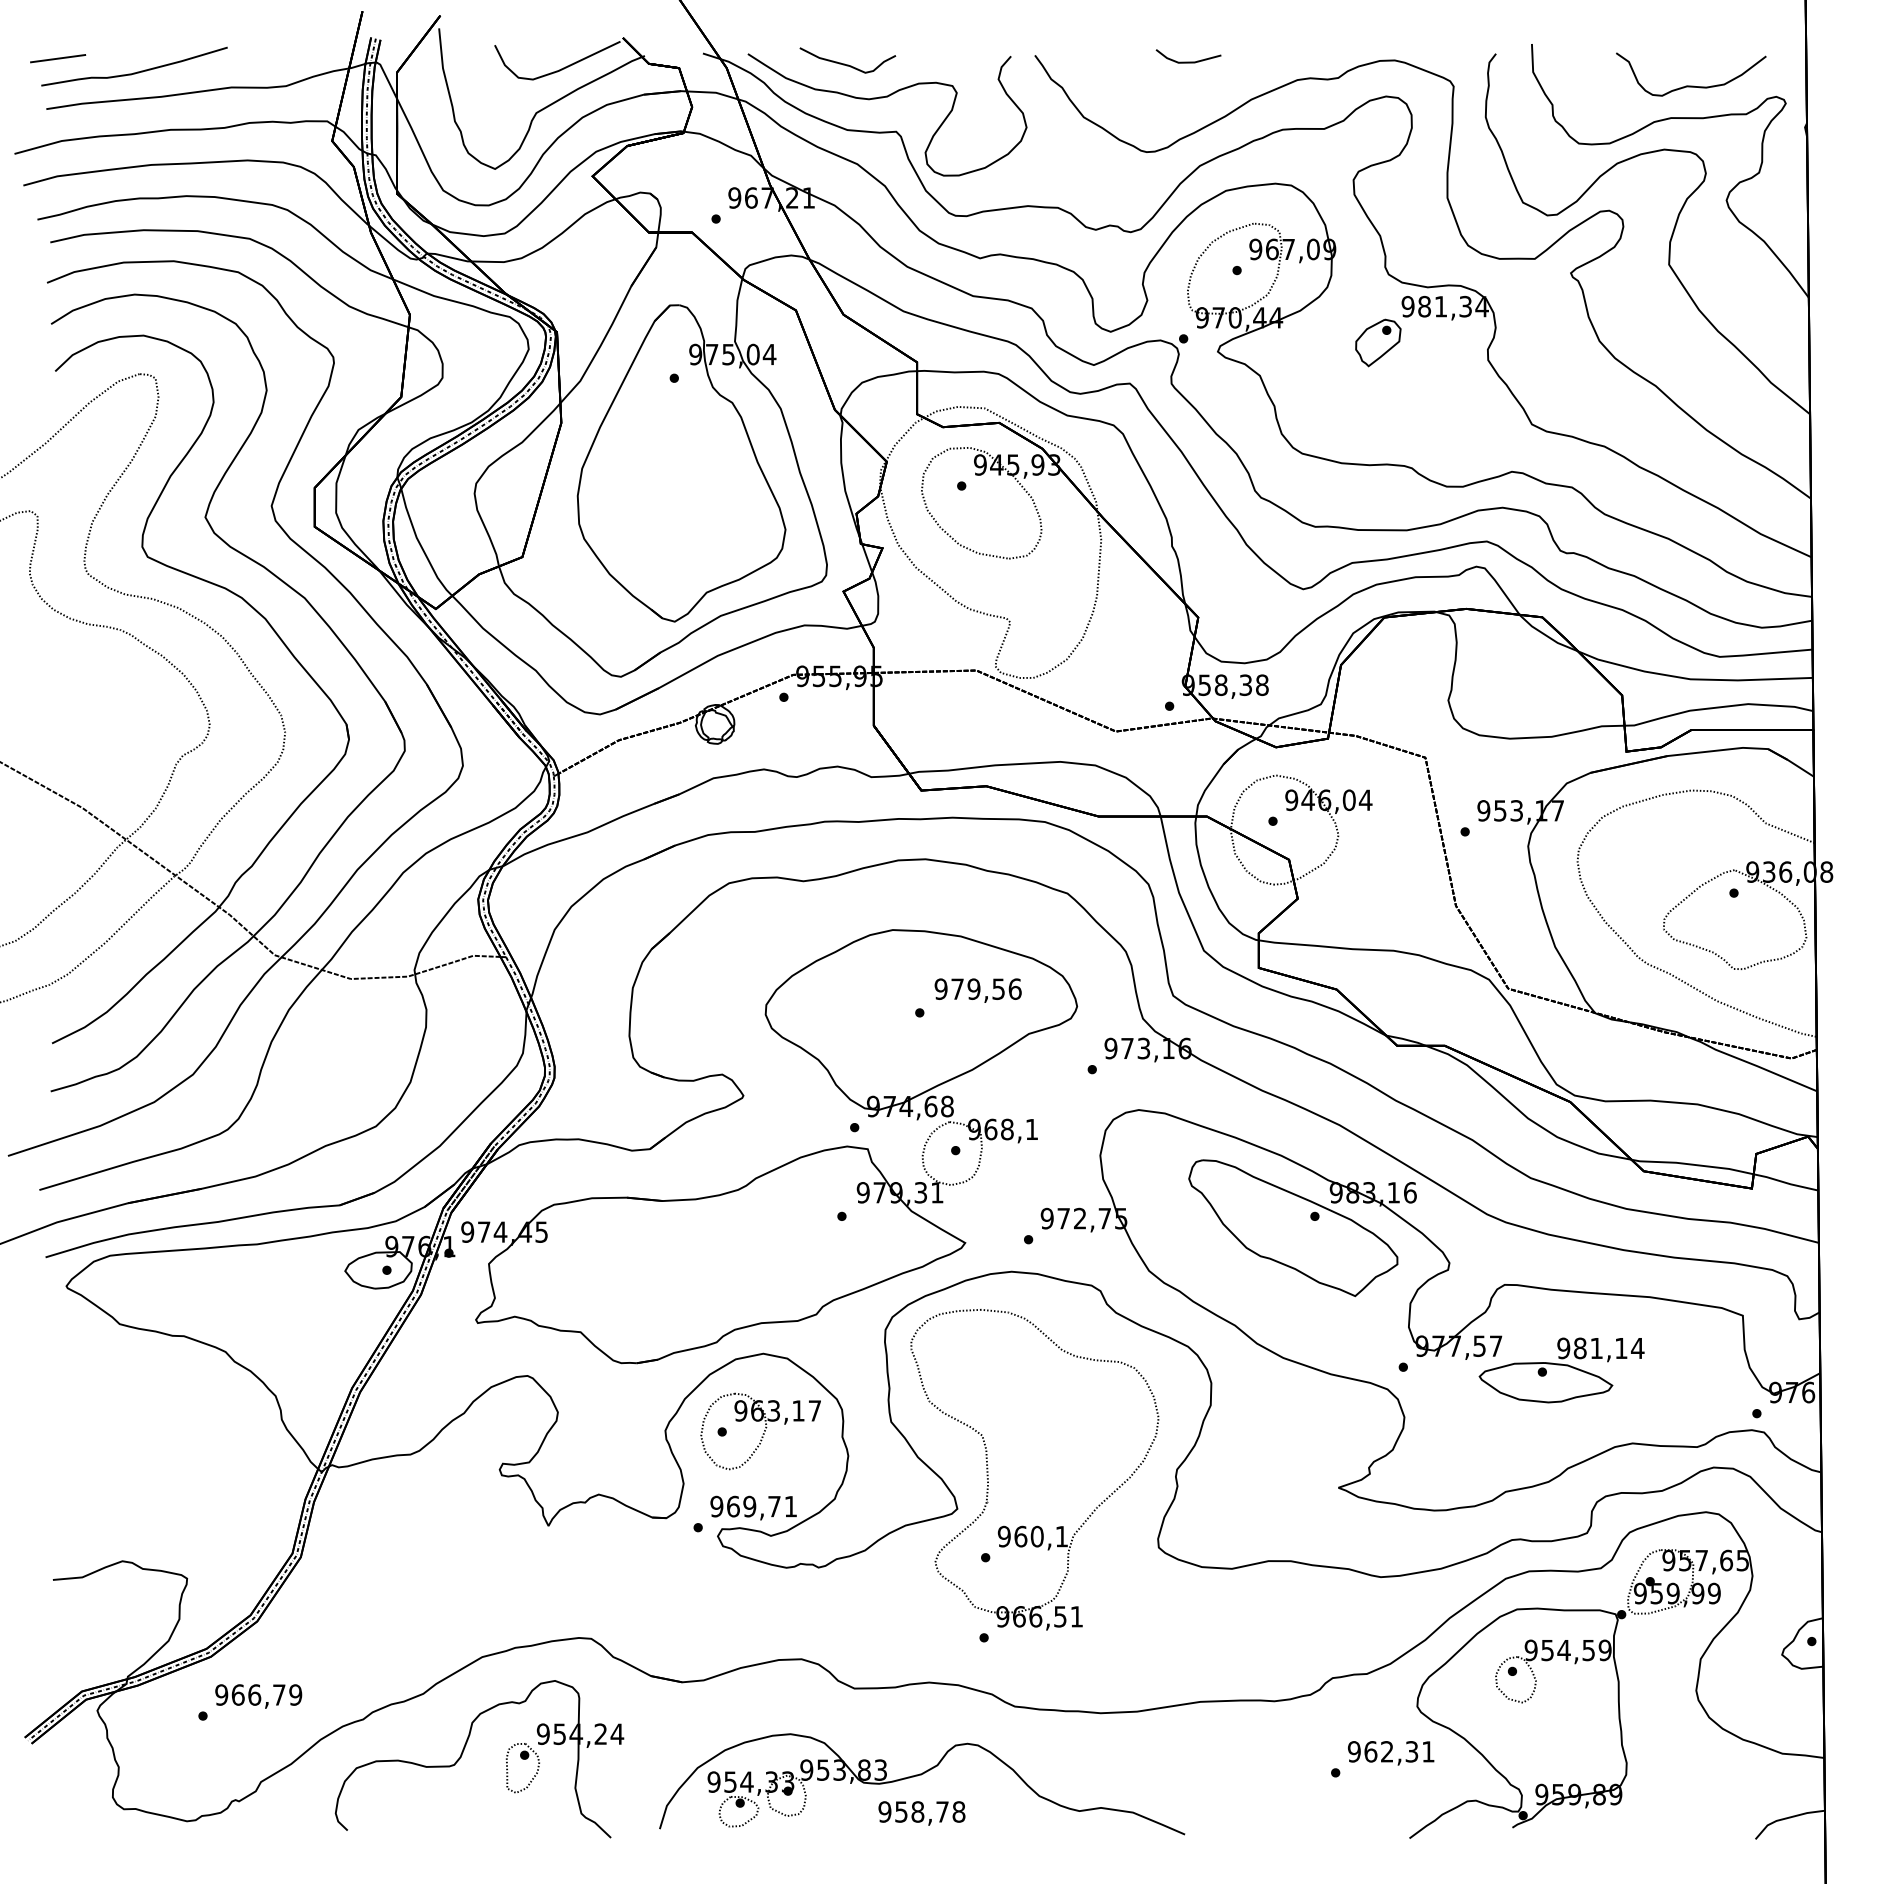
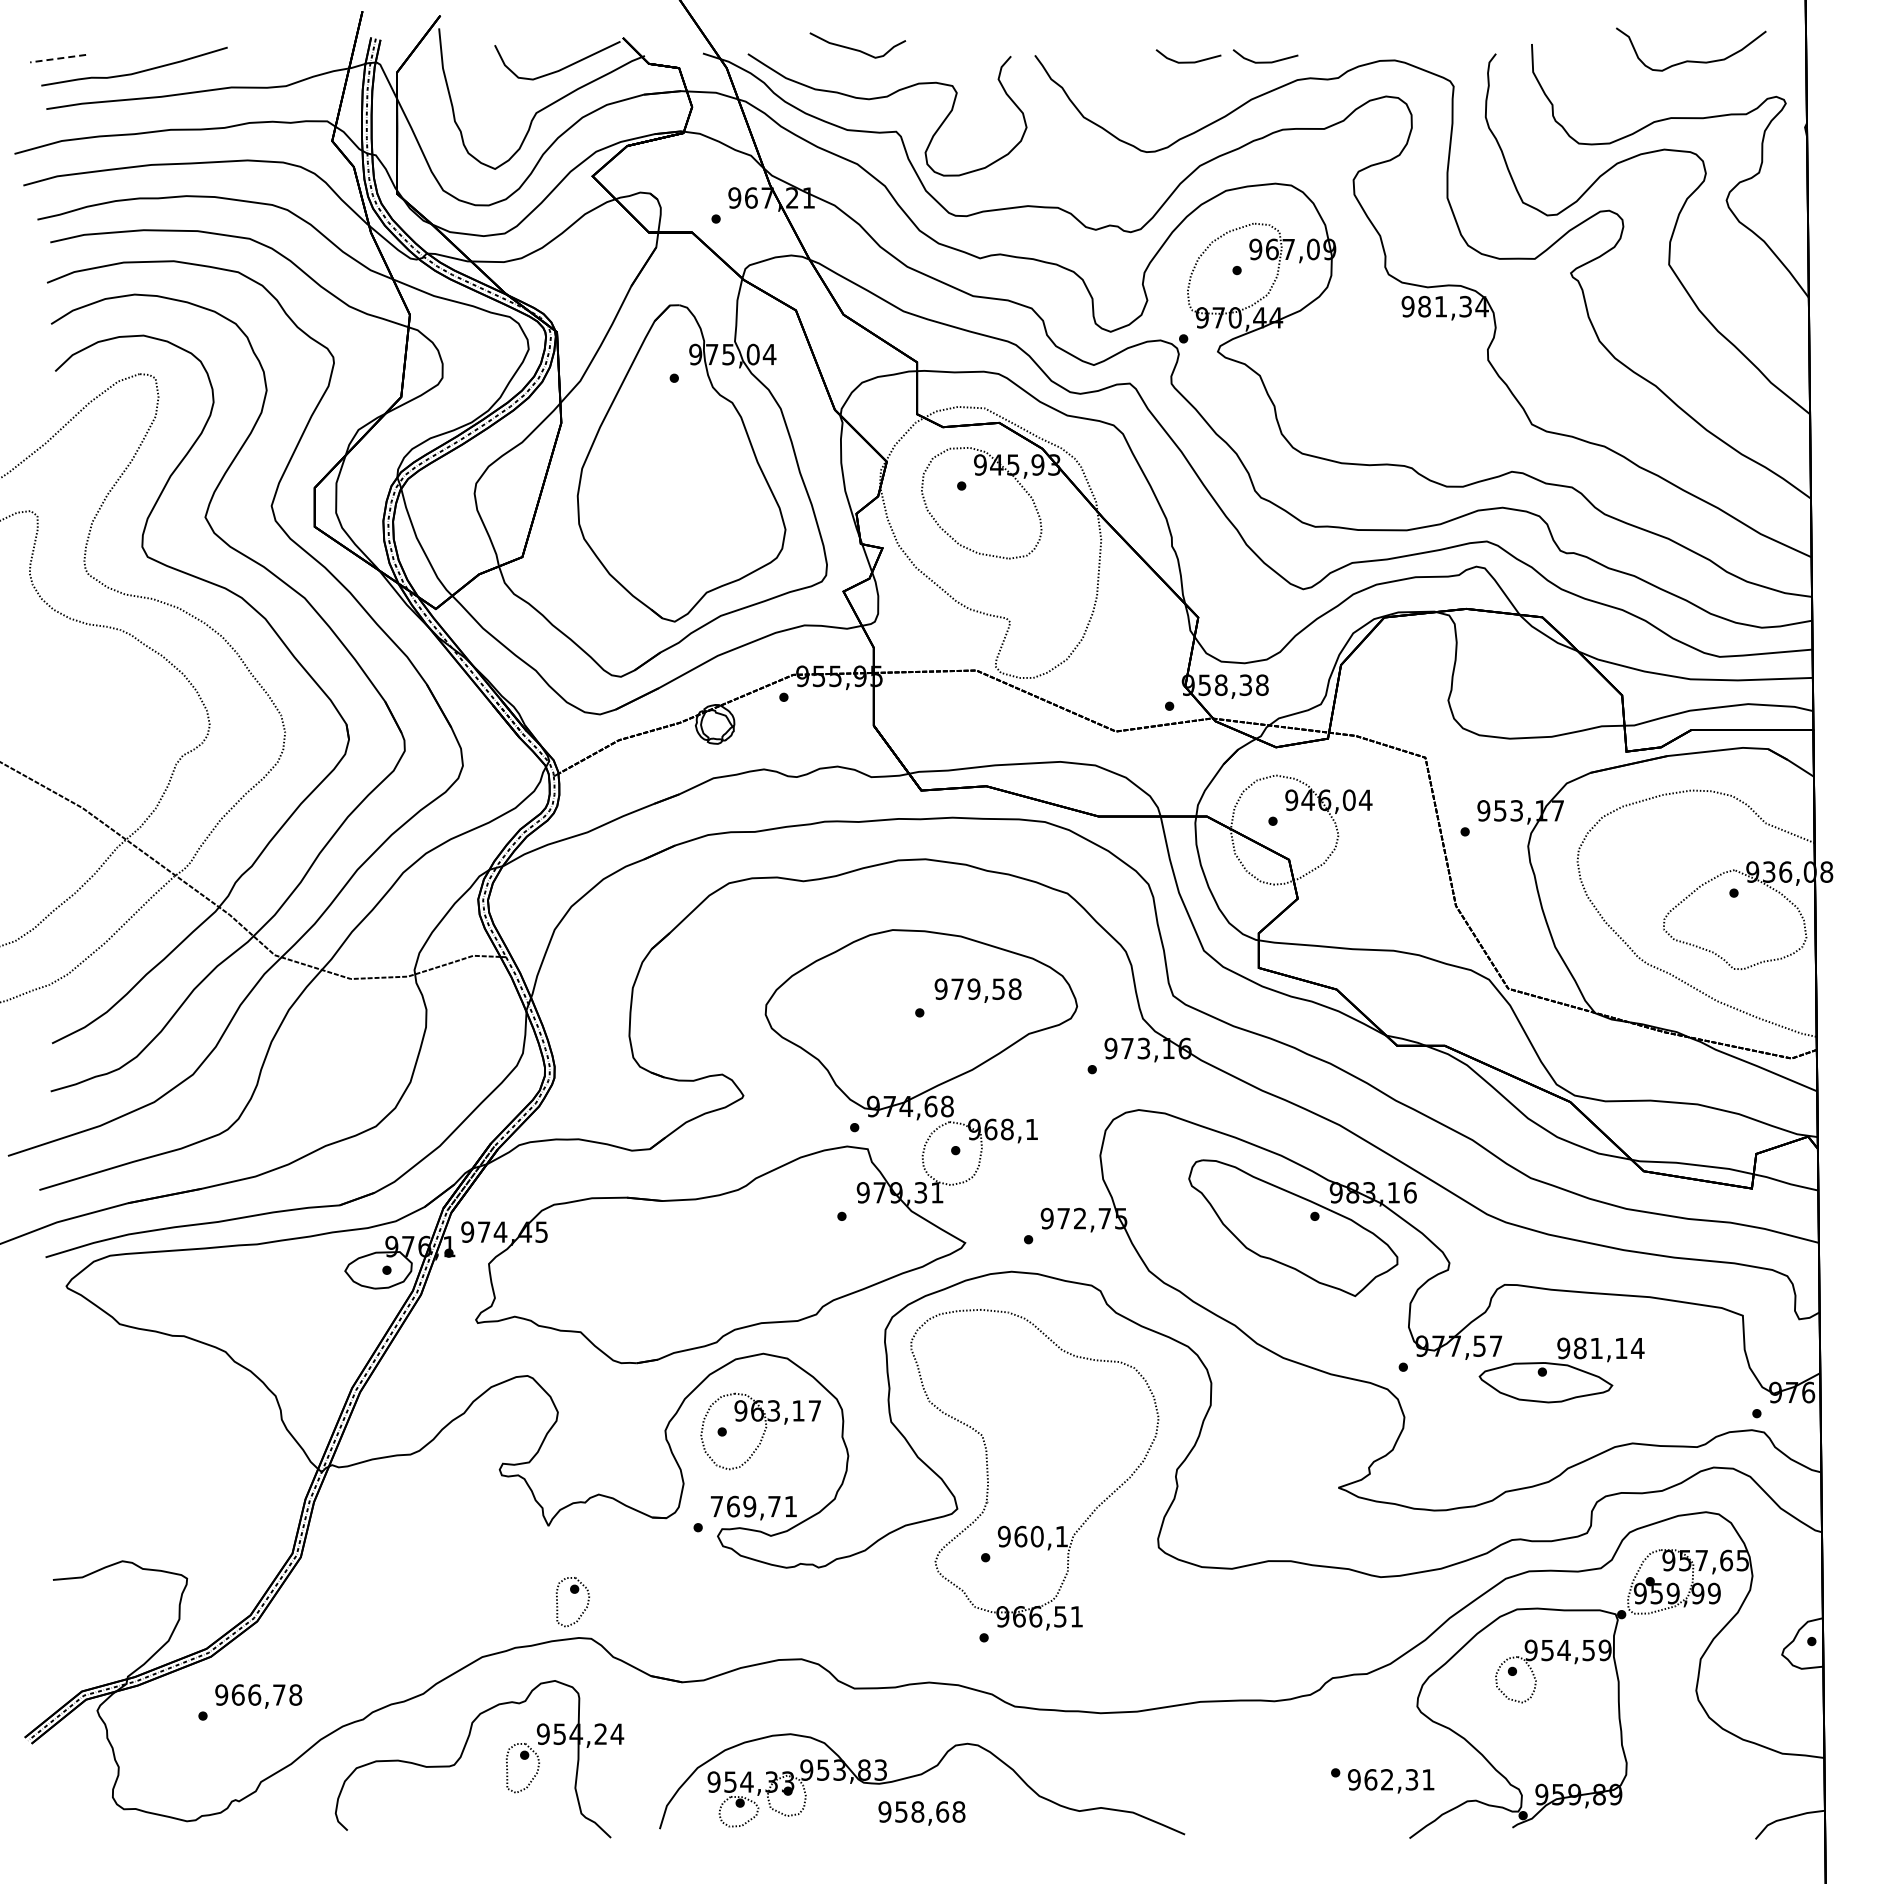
line at (57, 58): solid -> dashed
line at (1265, 61): none -> present
curve at (847, 64) position: (847, 64) -> (857, 49)
curve at (1691, 85) position: (1691, 85) -> (1691, 60)
part at (1378, 342): present -> none
text at (1014, 988): 979,56 -> 979,58
text at (716, 1506): 969,71 -> 769,71
part at (572, 1593): none -> present
text at (295, 1694): 966,79 -> 966,78
text at (1391, 1753) position: (1391, 1753) -> (1391, 1781)
text at (942, 1811): 958,78 -> 958,68
